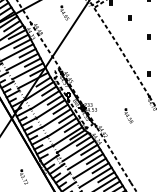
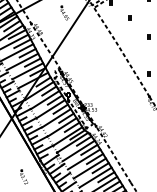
part at (128, 115): present -> none
